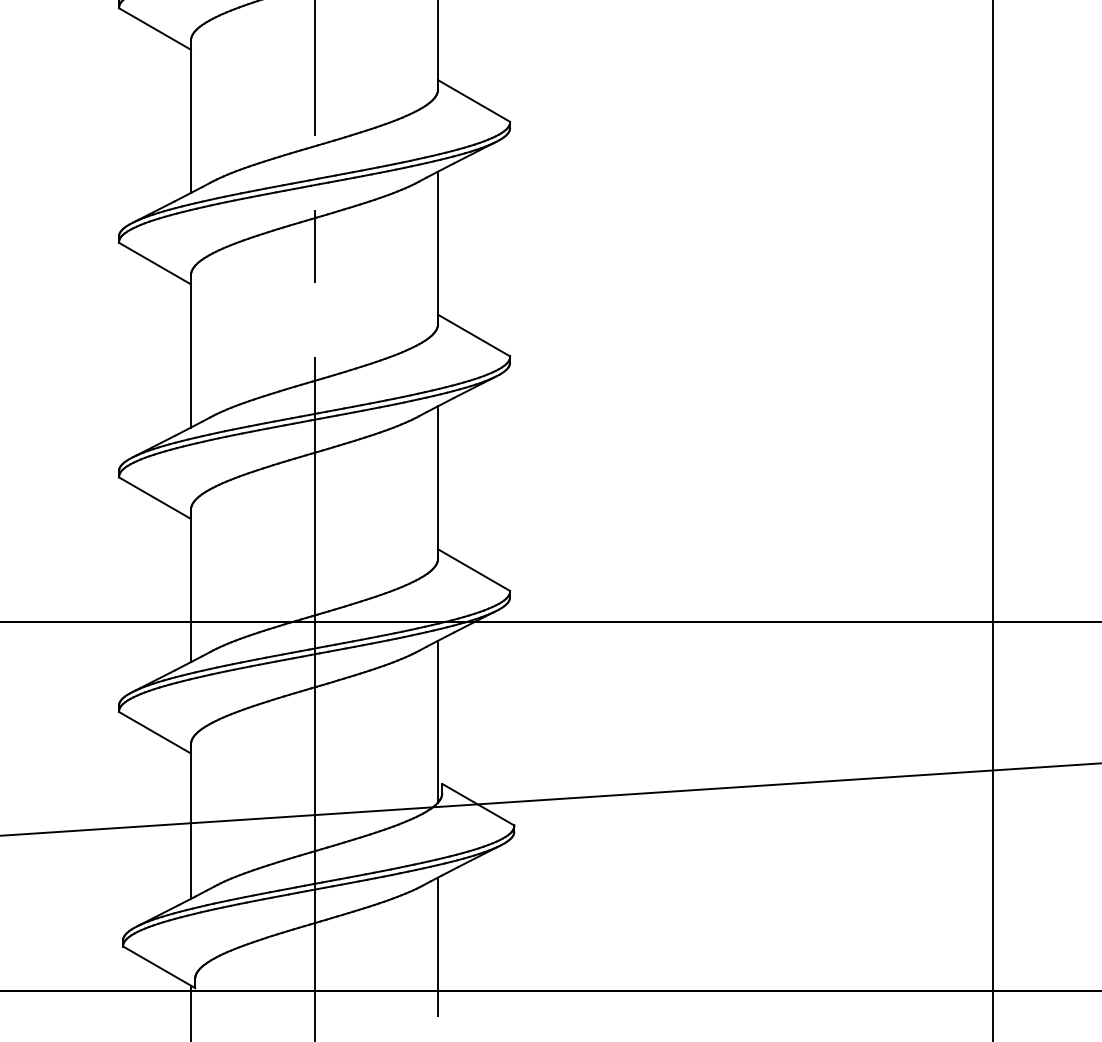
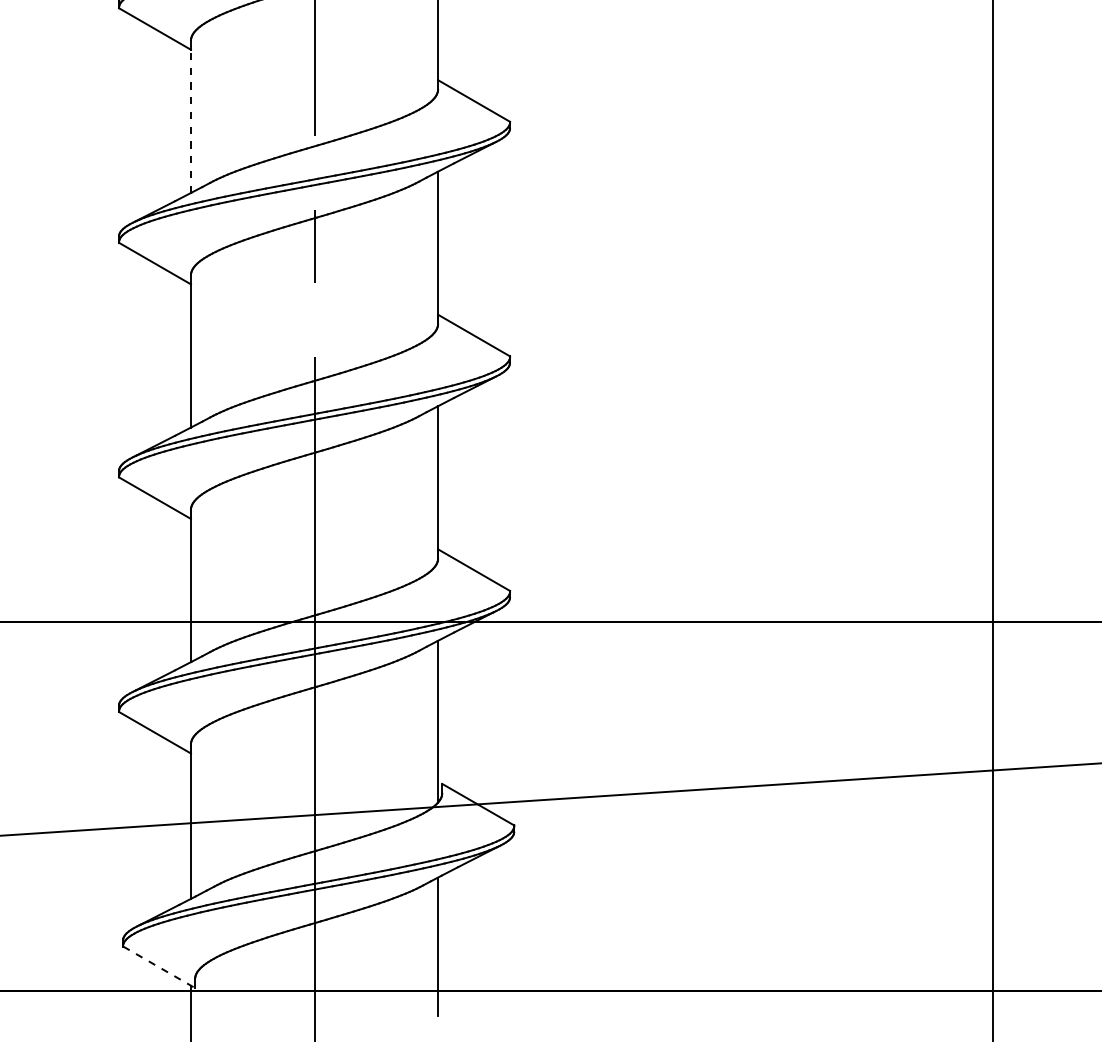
line at (190, 121): solid -> dashed
line at (159, 967): solid -> dashed
